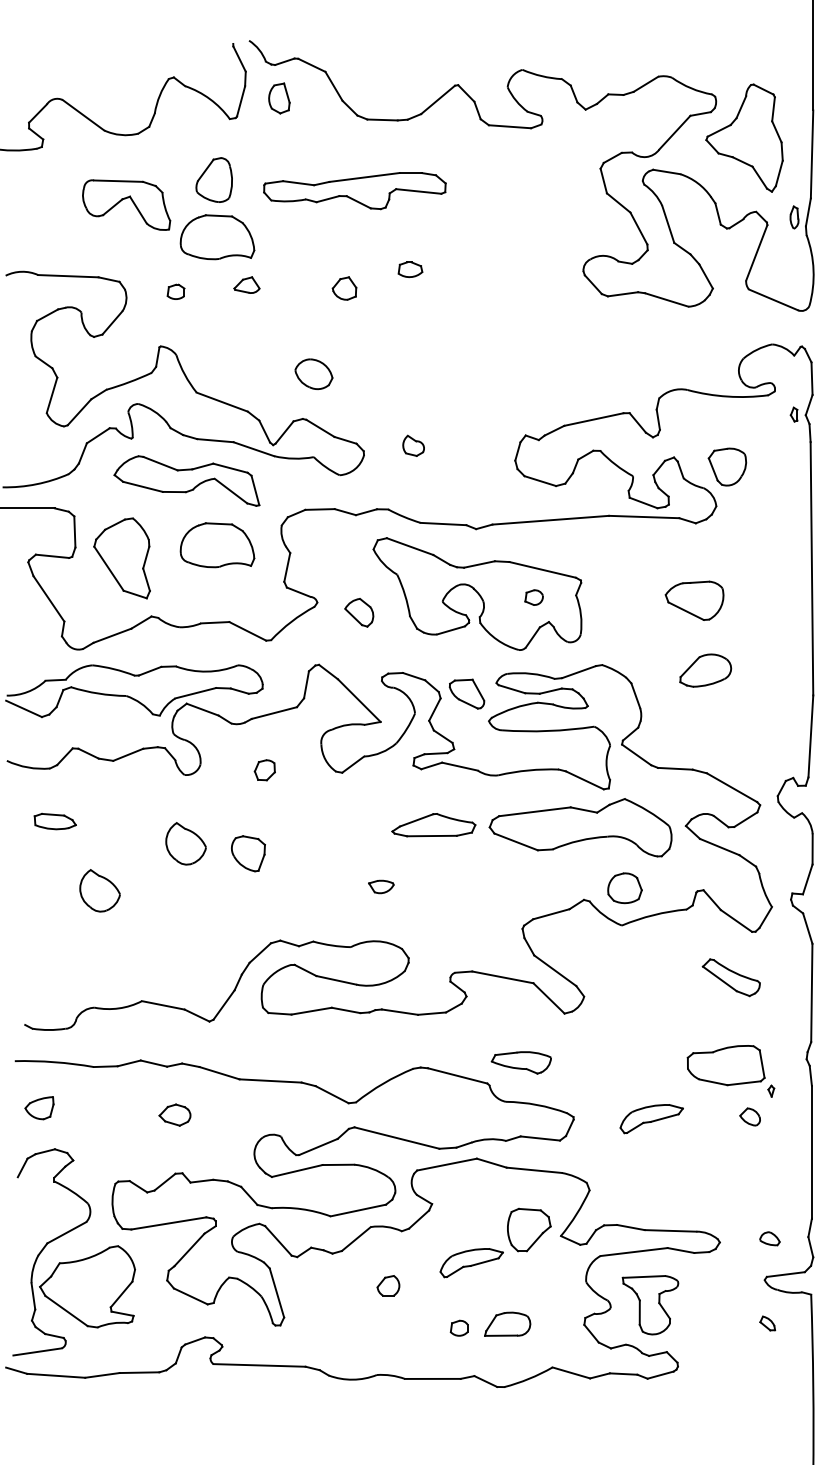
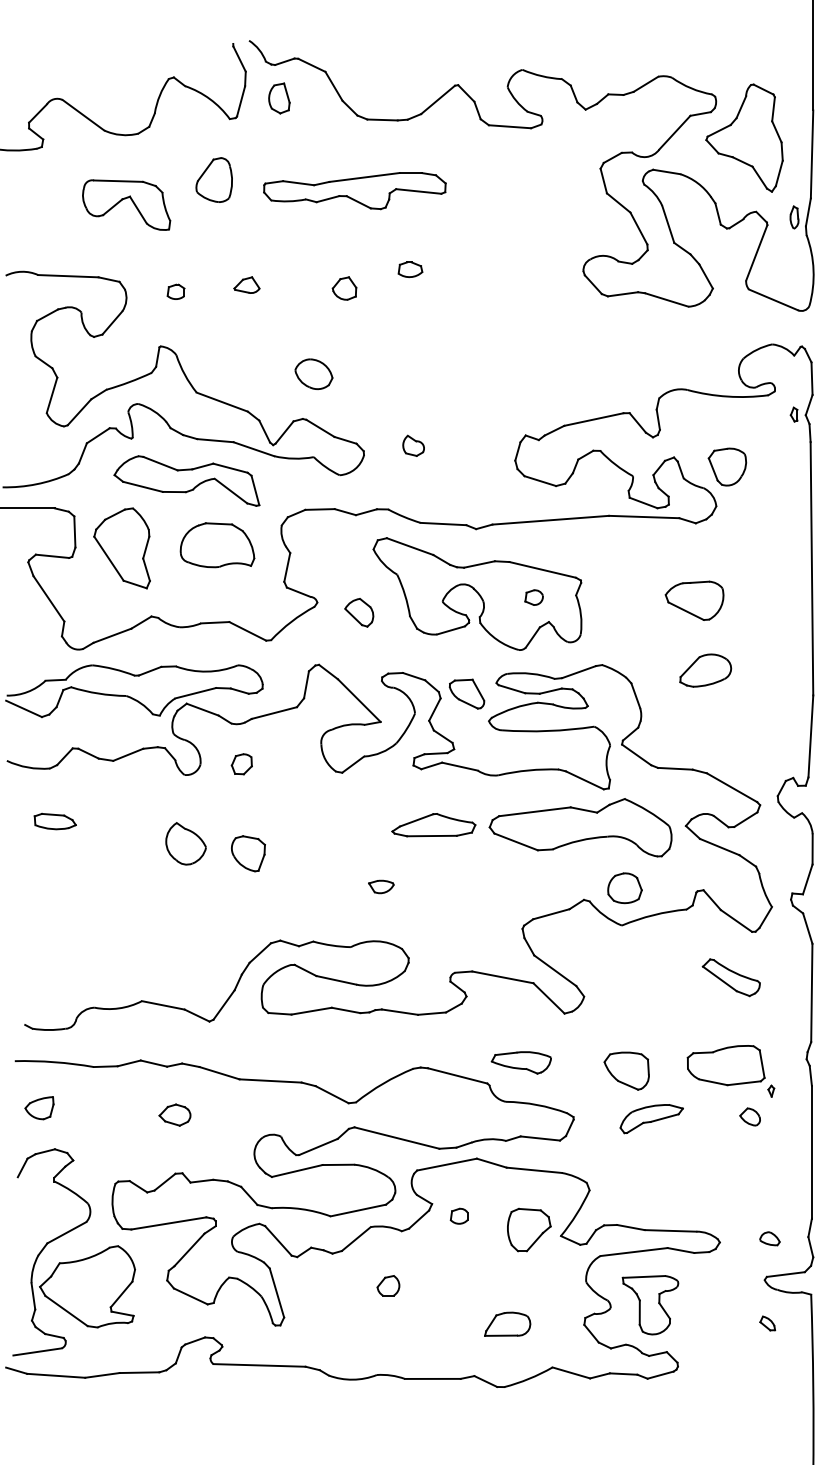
part at (217, 237): present -> none
part at (121, 558) position: (121, 558) -> (121, 548)
part at (264, 770) position: (264, 770) -> (241, 764)
part at (99, 890): present -> none
part at (626, 1070): none -> present
part at (471, 1263): present -> none
part at (458, 1327) position: (458, 1327) -> (458, 1215)
